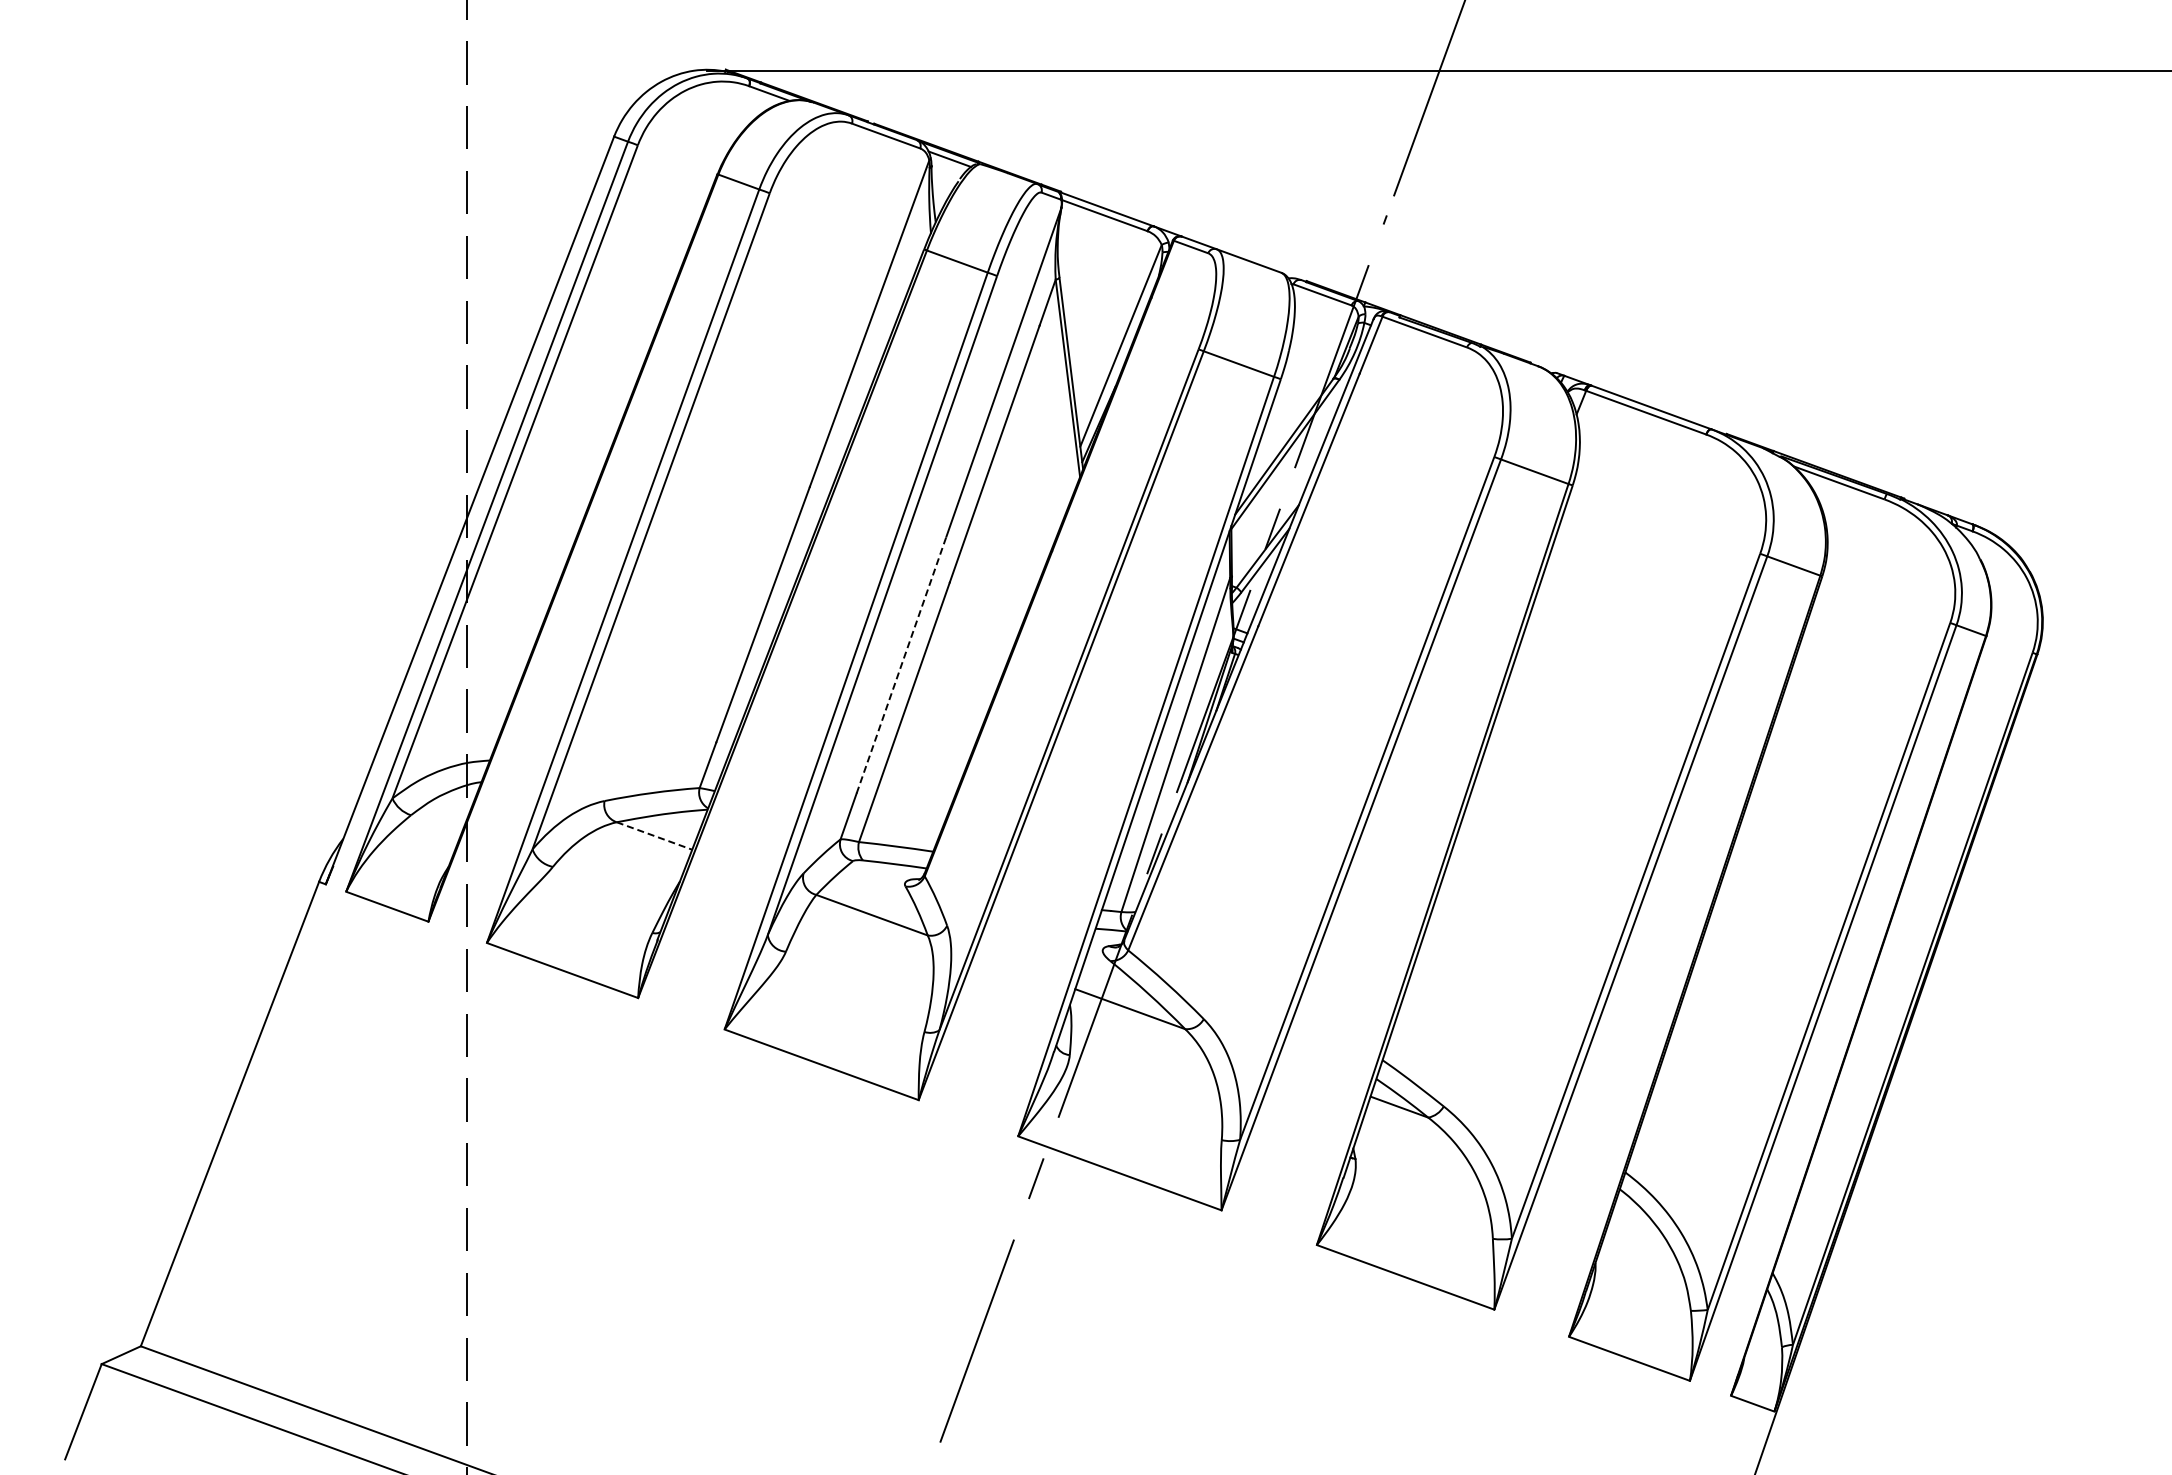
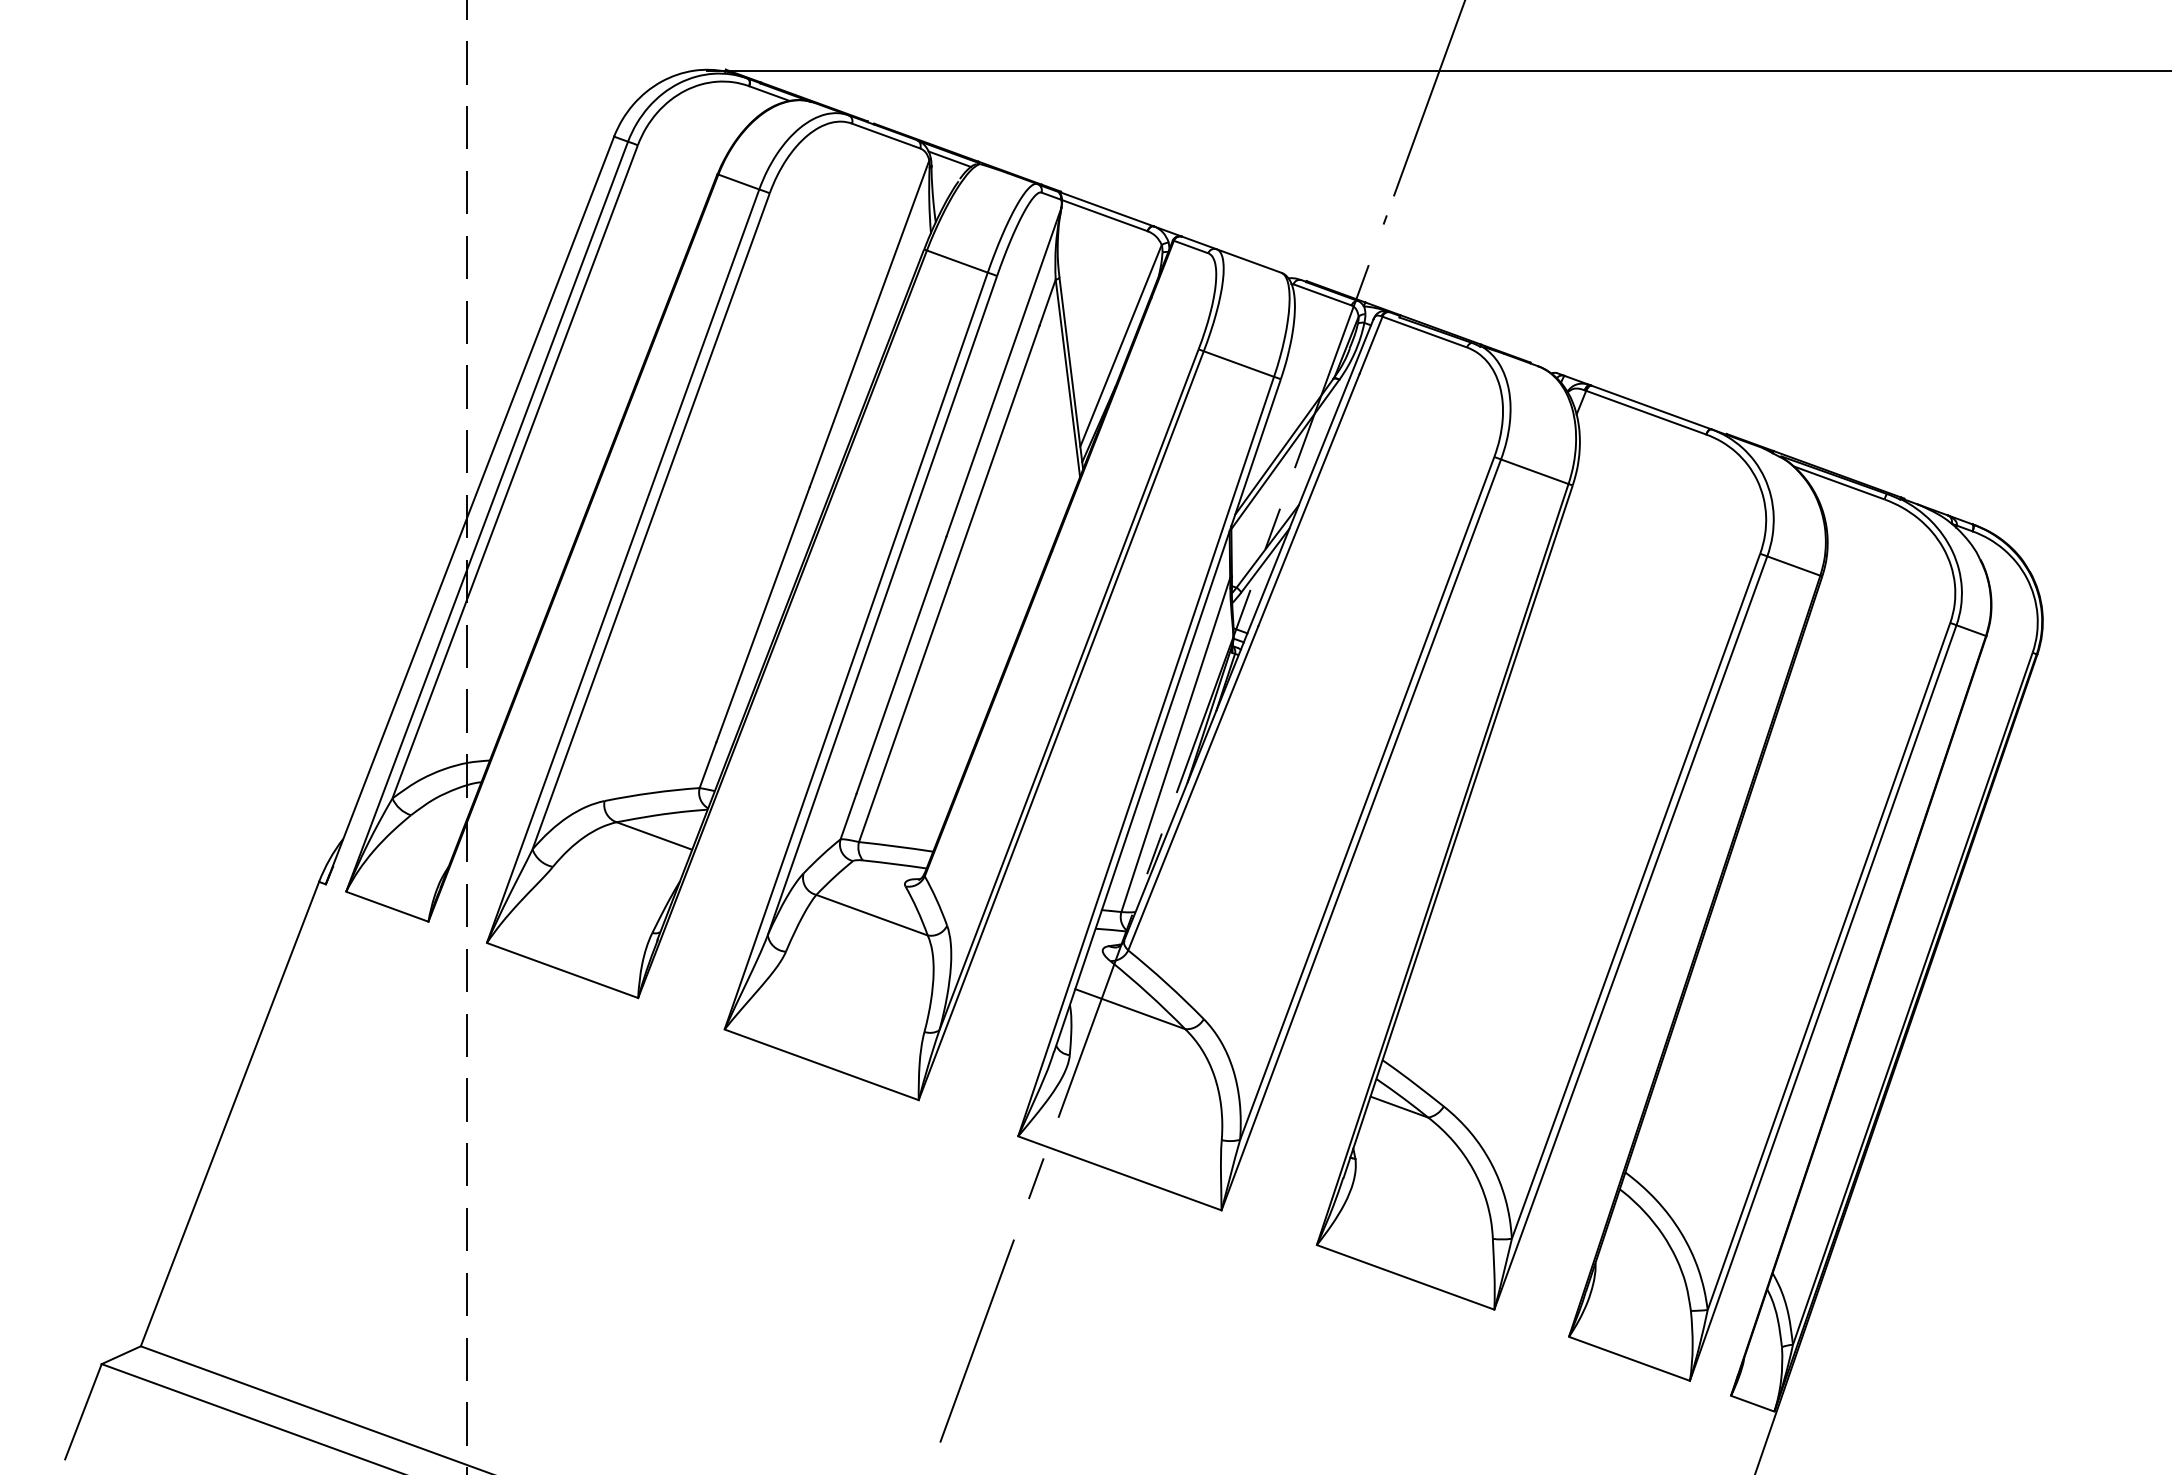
line at (901, 664): dashed -> solid
line at (654, 836): dashed -> solid
